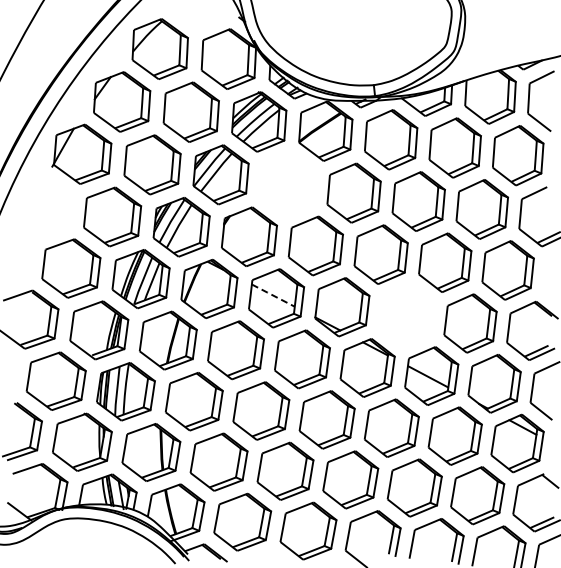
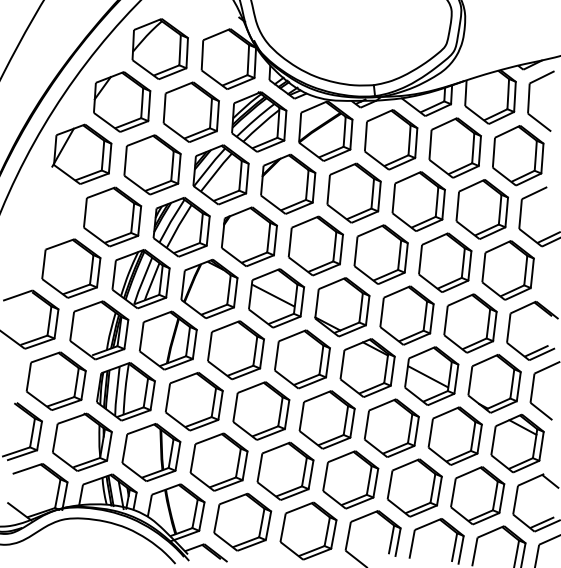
part at (288, 183): none -> present
line at (272, 295): dashed -> solid
part at (406, 315): none -> present
